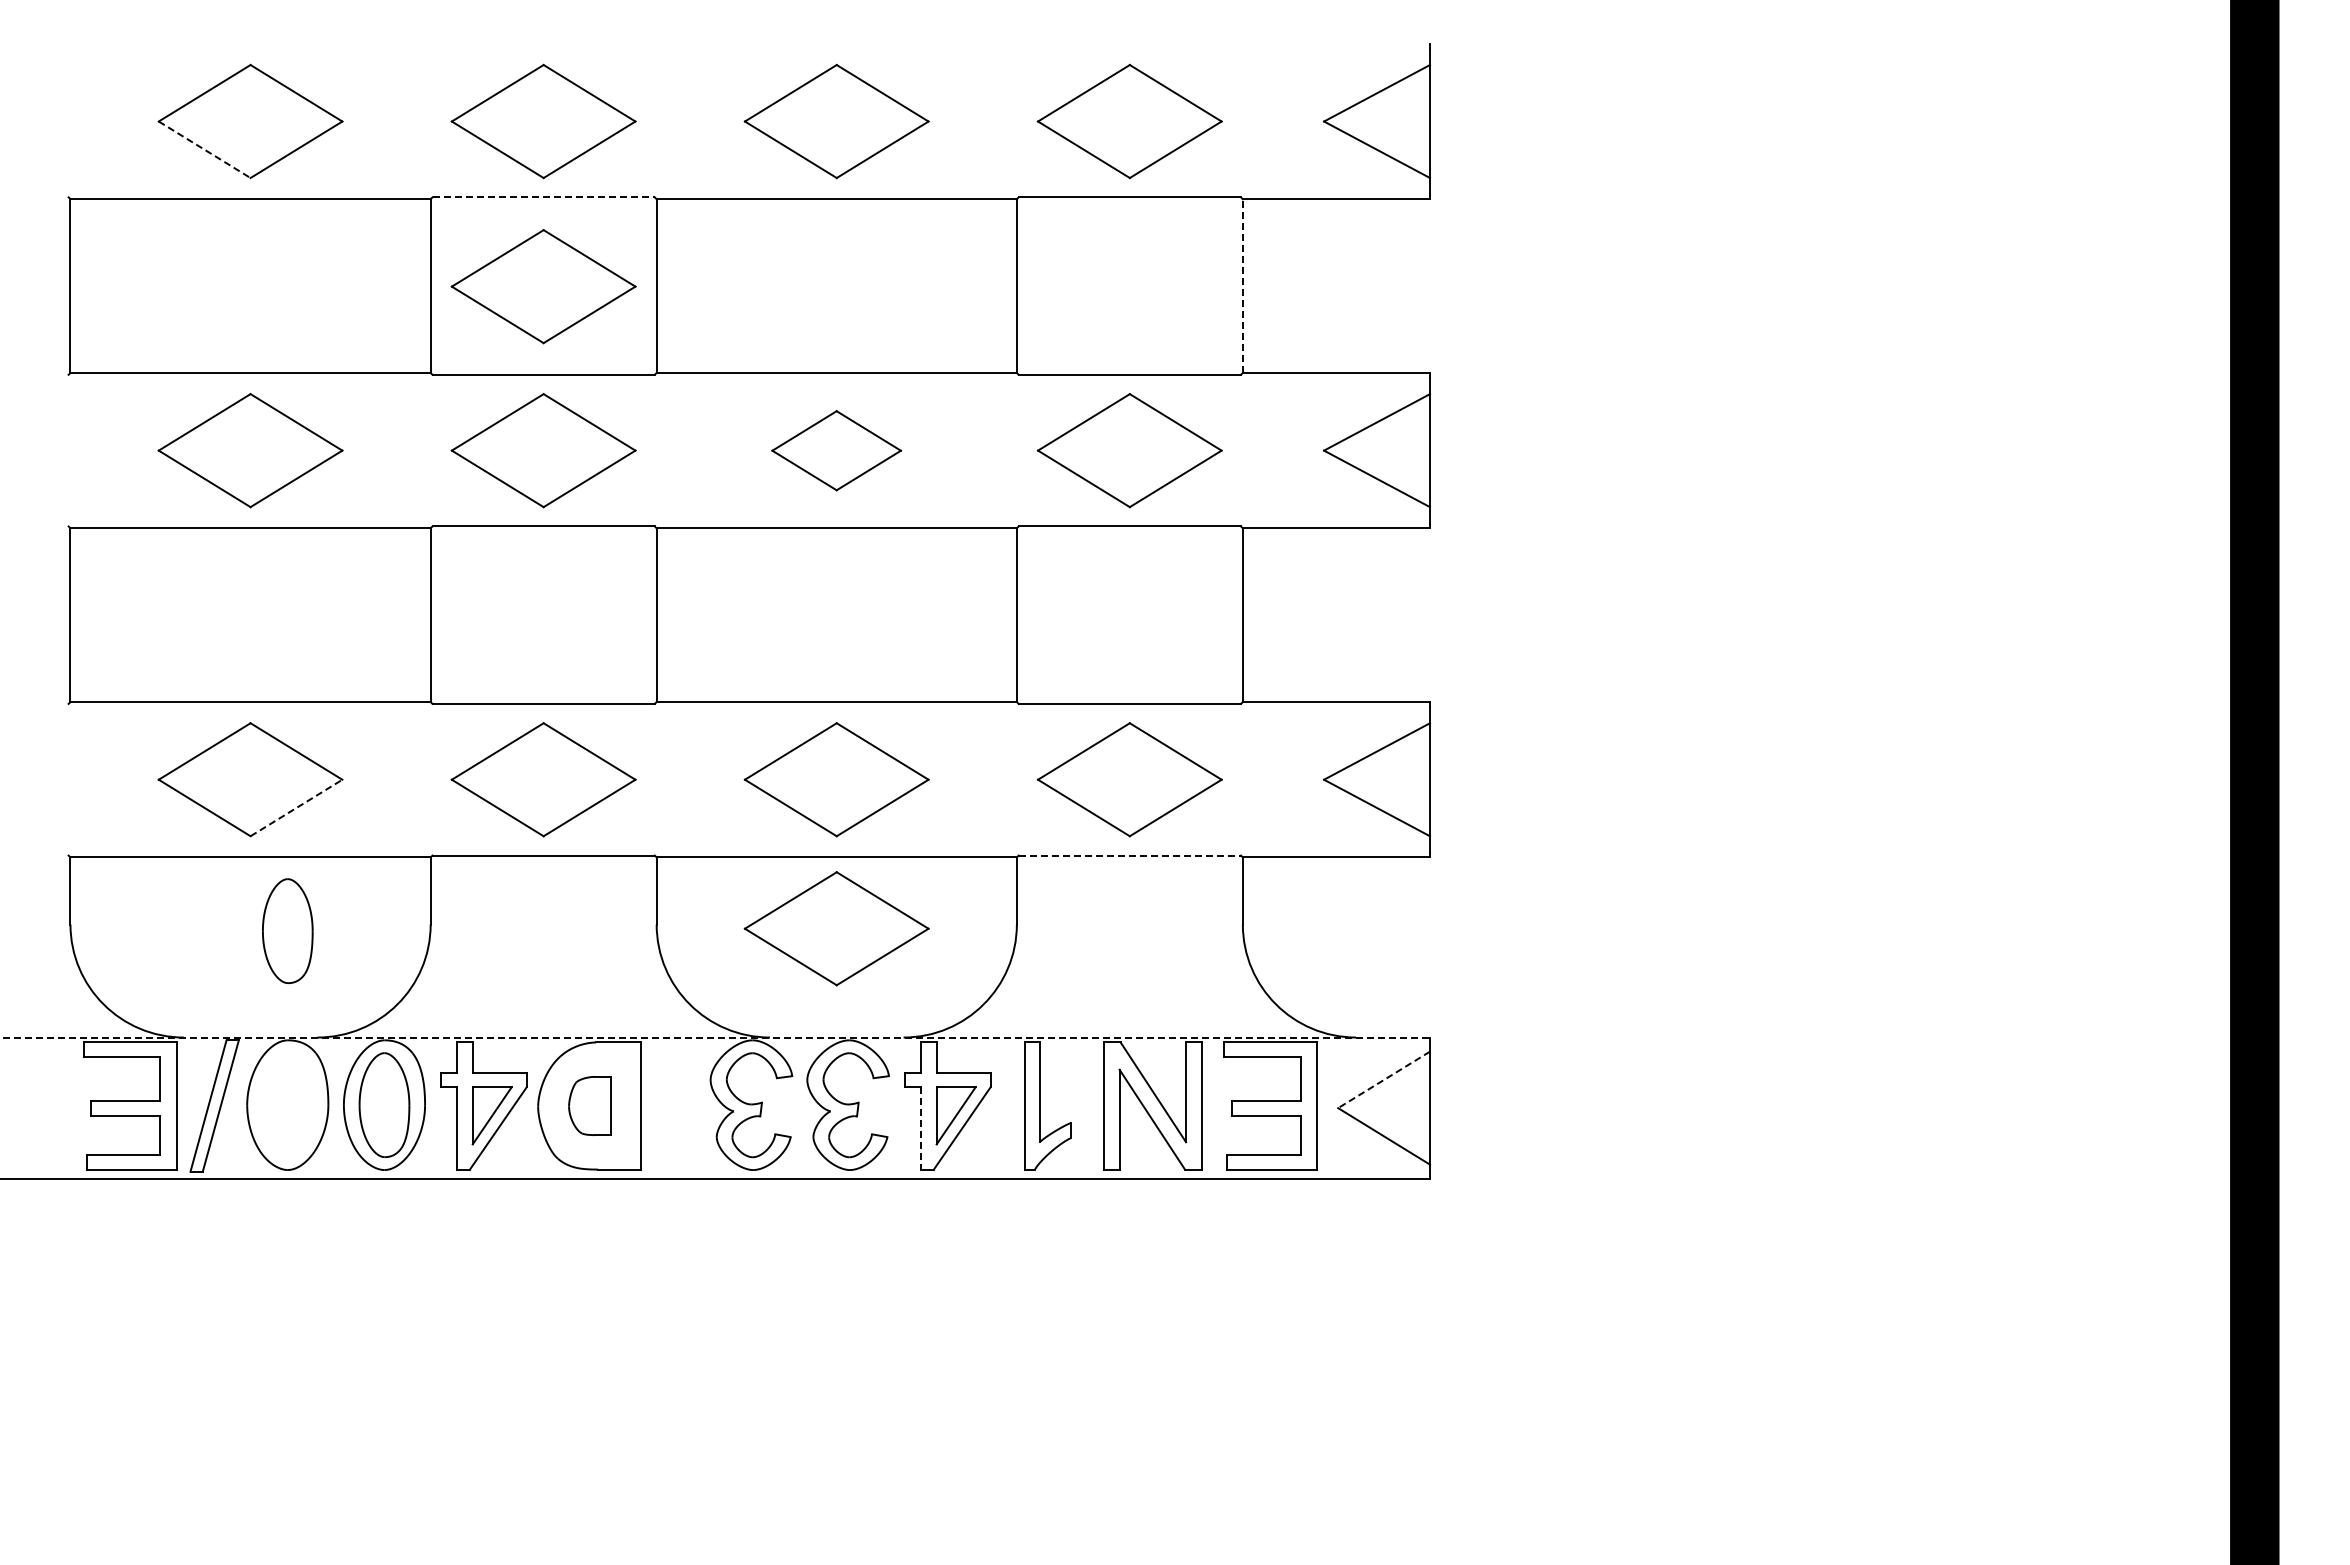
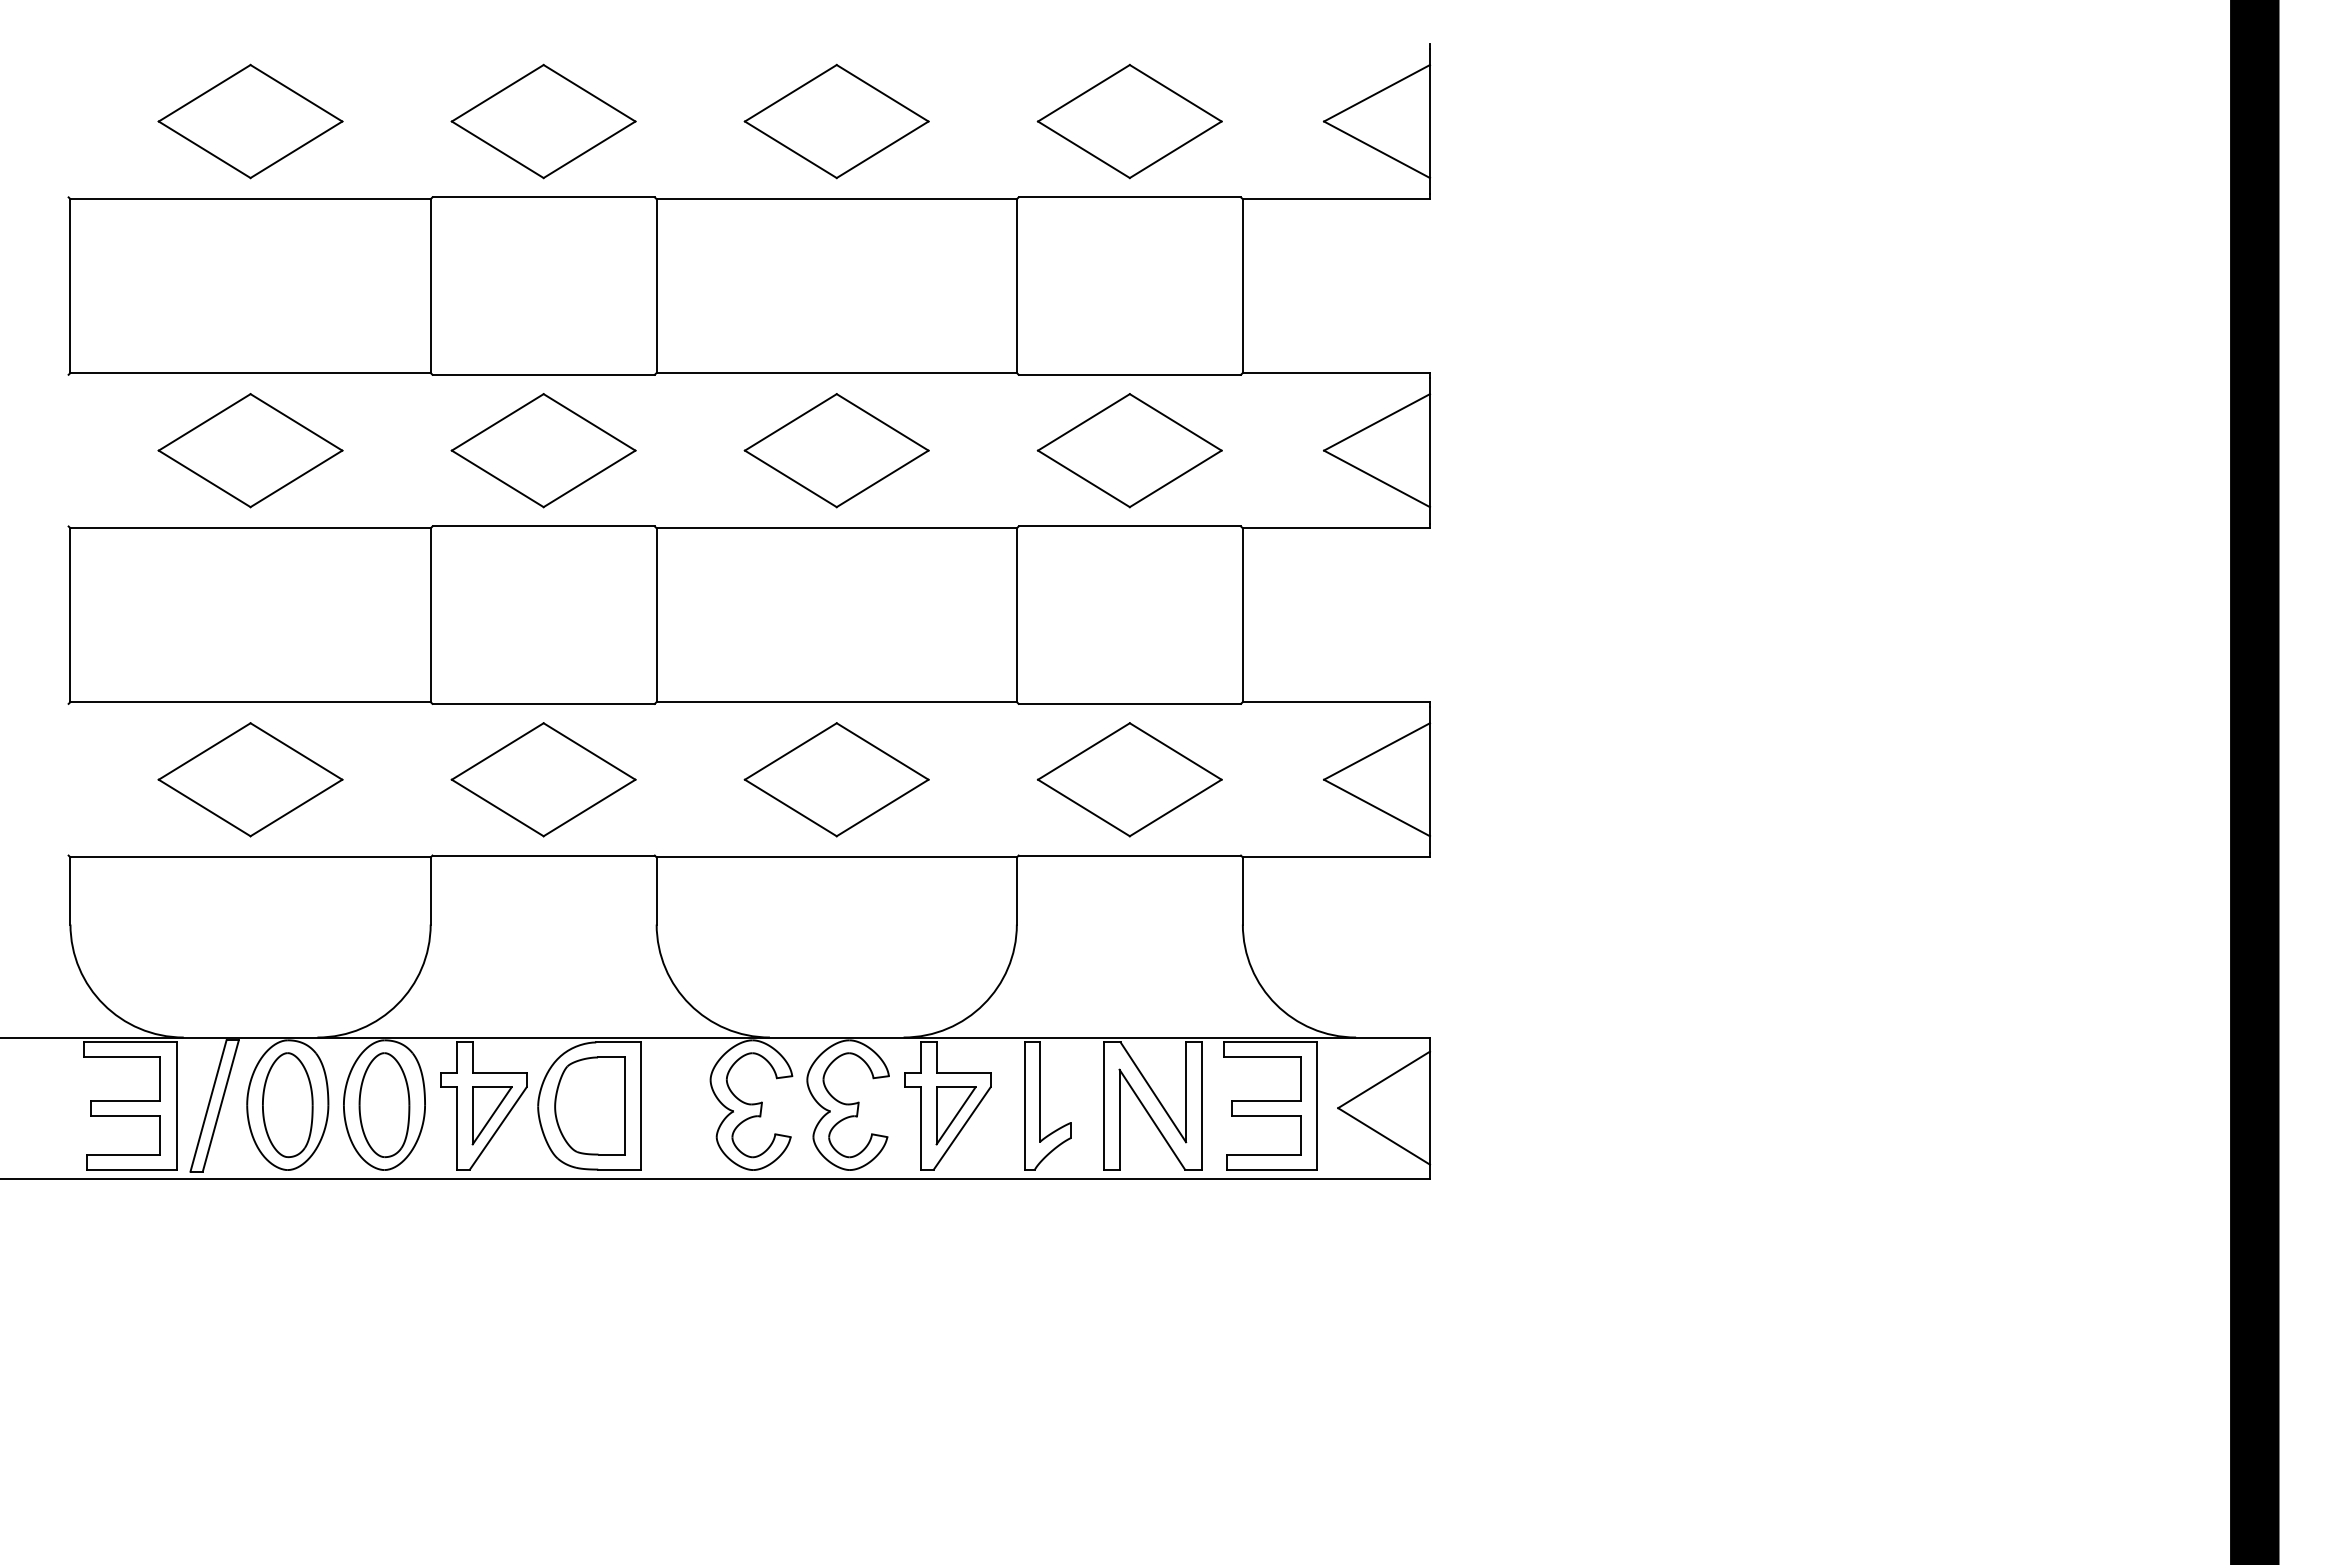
line at (204, 149): dashed -> solid
line at (544, 197): dashed -> solid
part at (543, 286): present -> none
line at (1242, 286): dashed -> solid
part at (836, 450) size: 132x82 px -> 187x116 px
line at (296, 808): dashed -> solid
line at (1130, 855): dashed -> solid
part at (836, 928): present -> none
part at (287, 931) position: (287, 931) -> (287, 1105)
line at (715, 1037): dashed -> solid
line at (1384, 1079): dashed -> solid
part at (589, 1105) size: 44x60 px -> 72x100 px
line at (921, 1128): dashed -> solid
